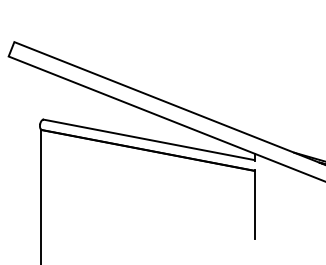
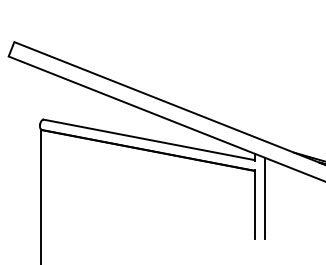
line at (265, 197): none -> present
